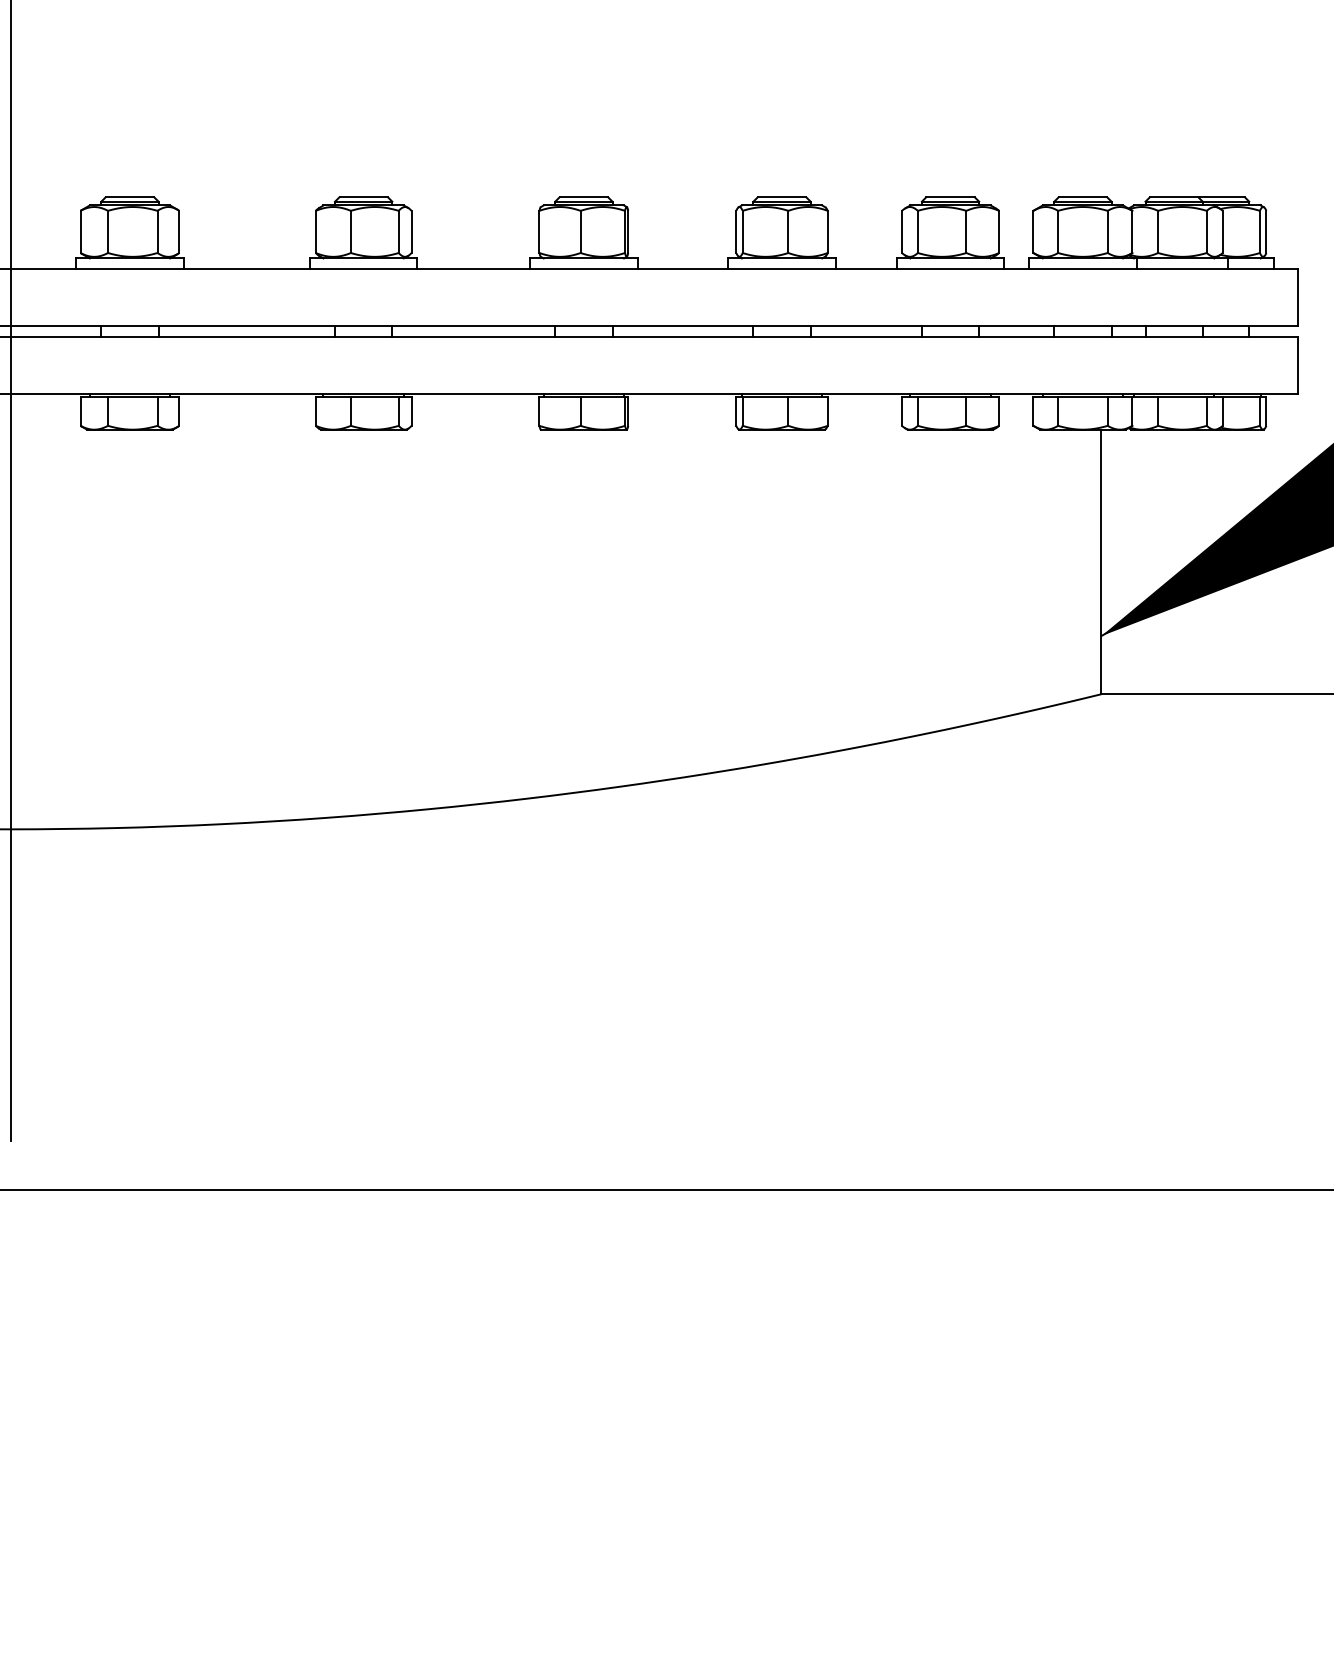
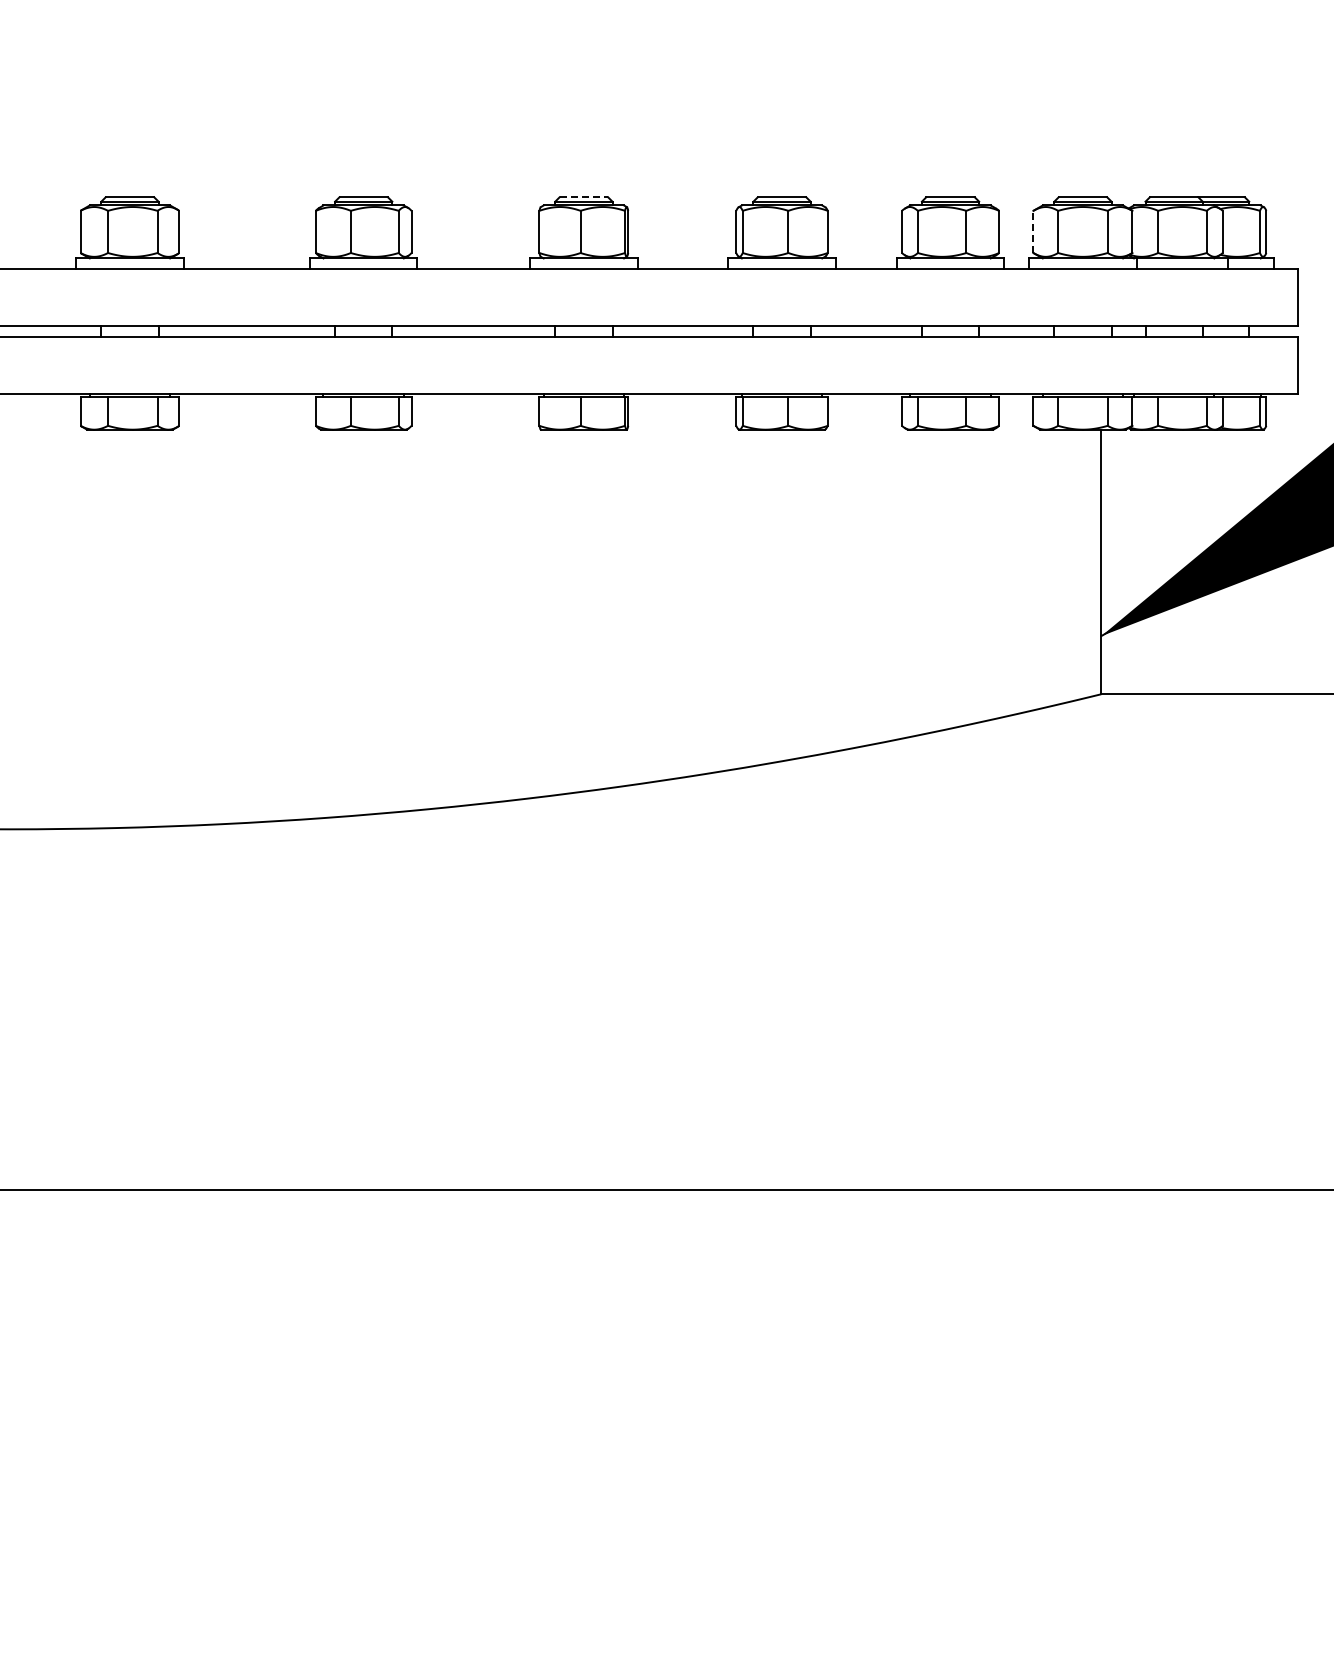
line at (584, 197): solid -> dashed
line at (1033, 231): solid -> dashed
line at (10, 571): present -> none
